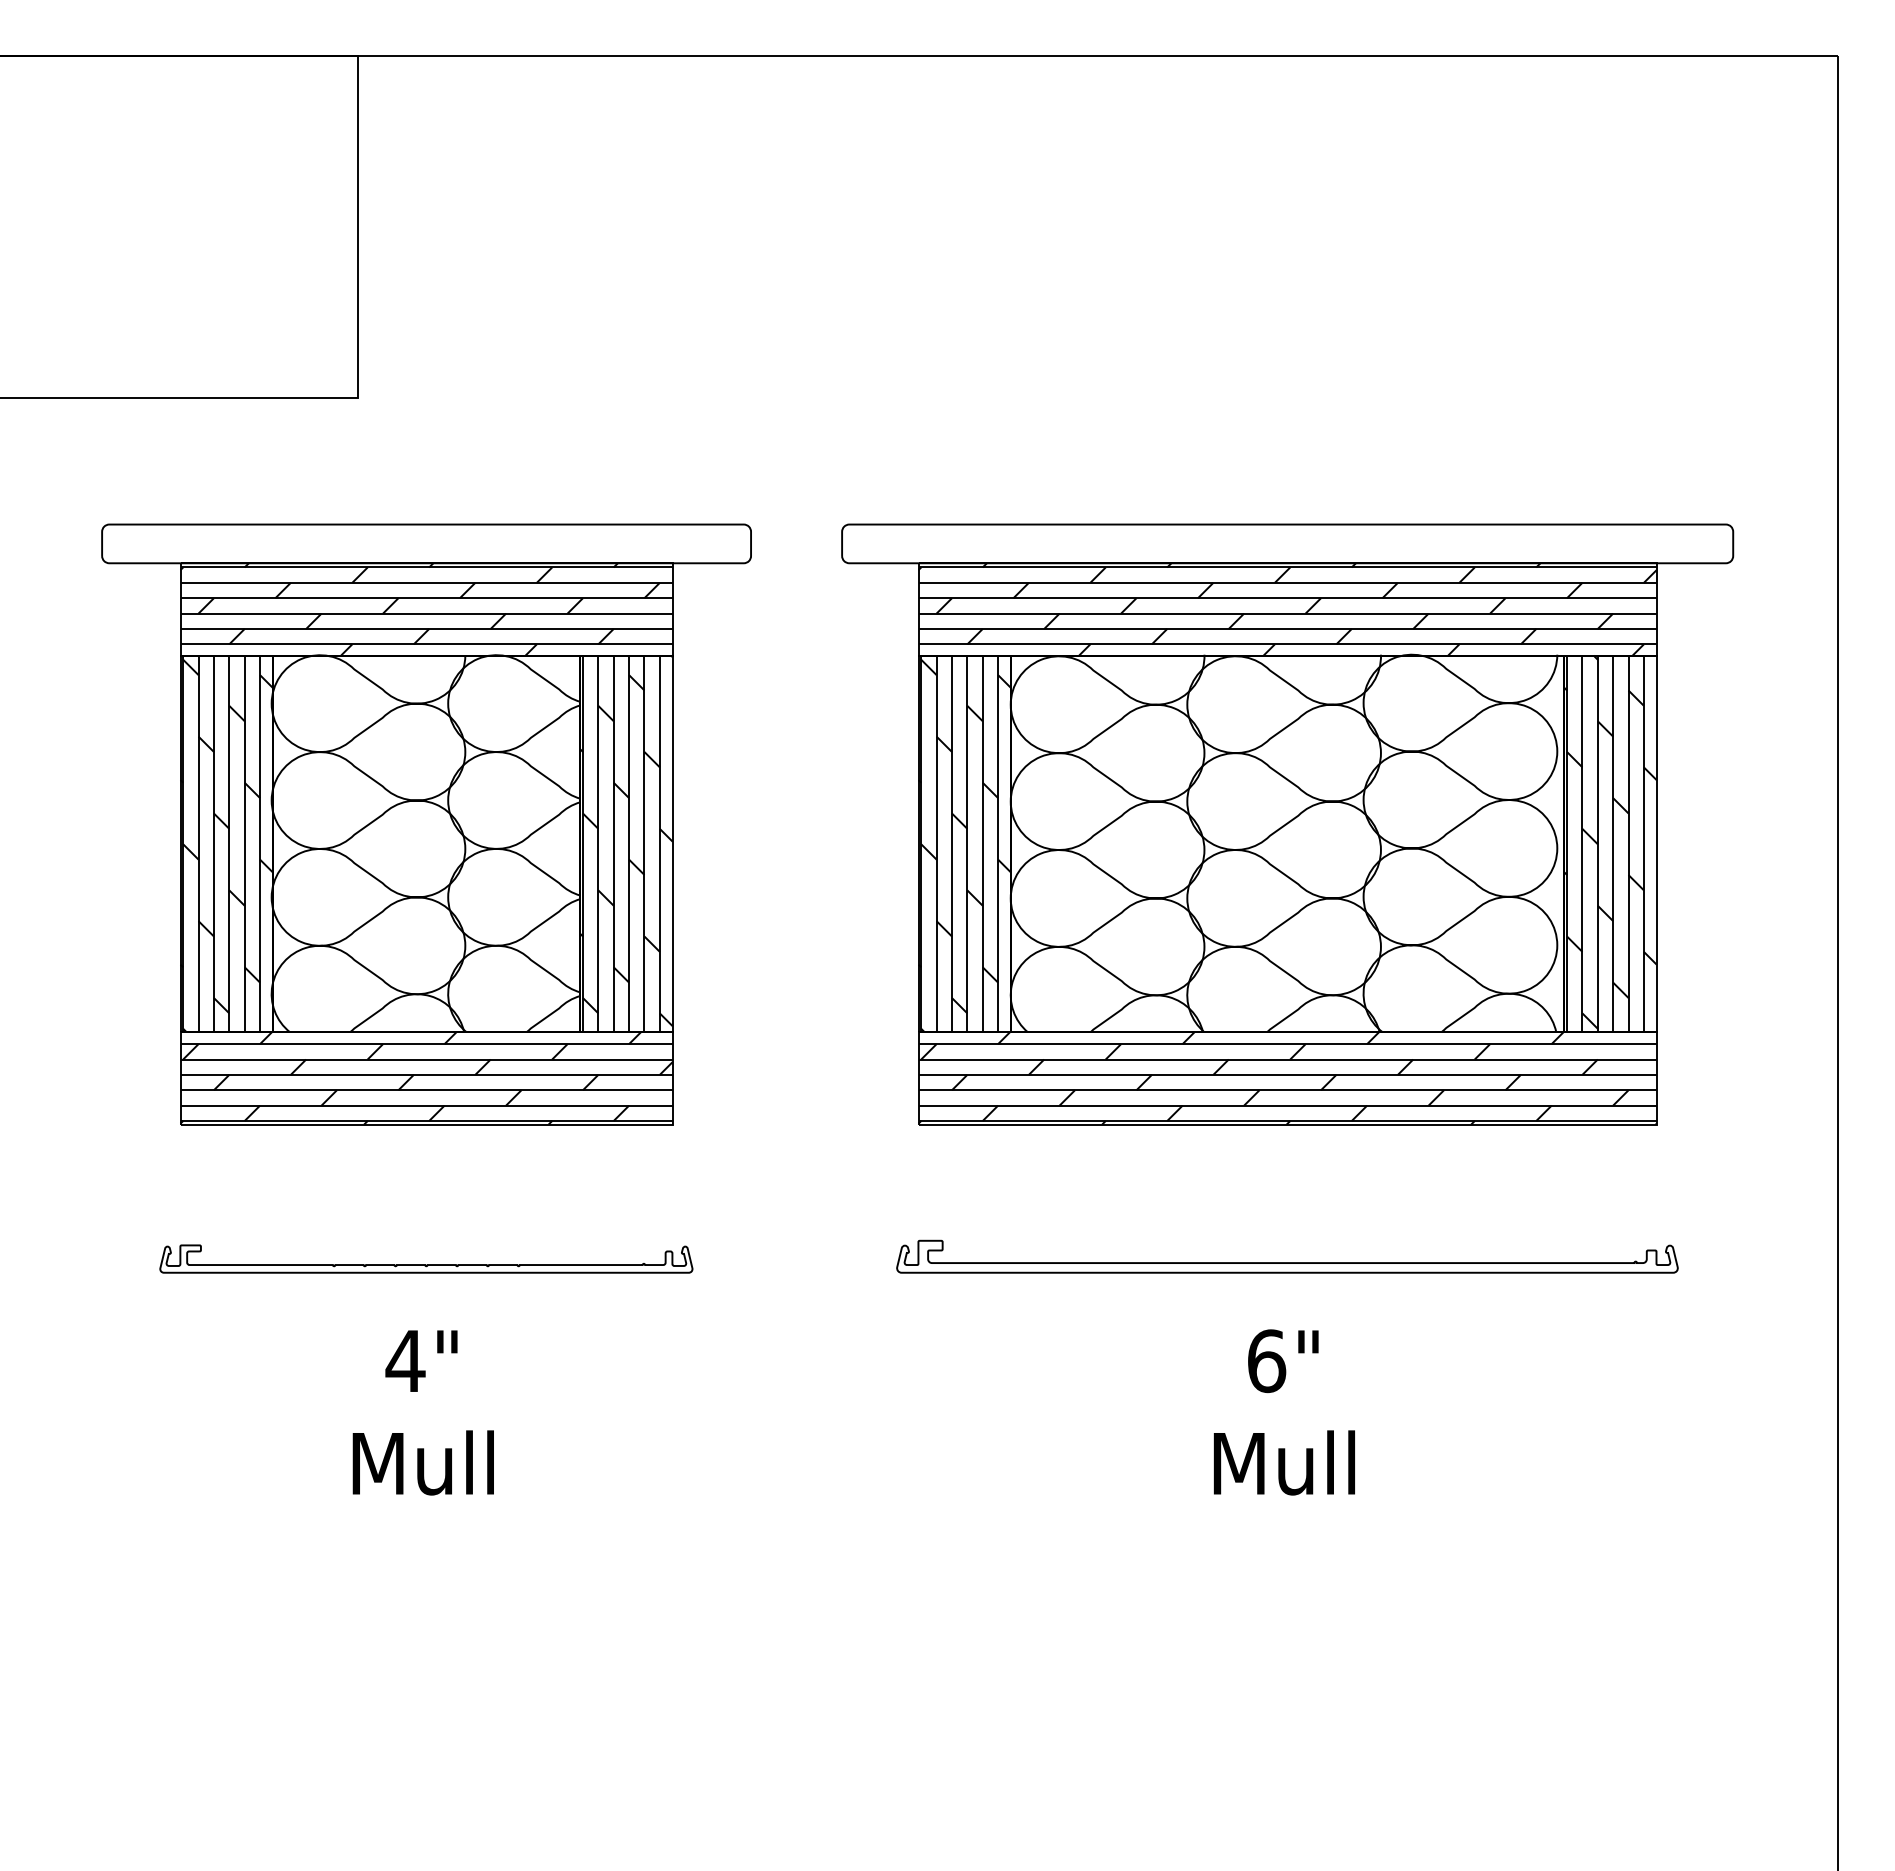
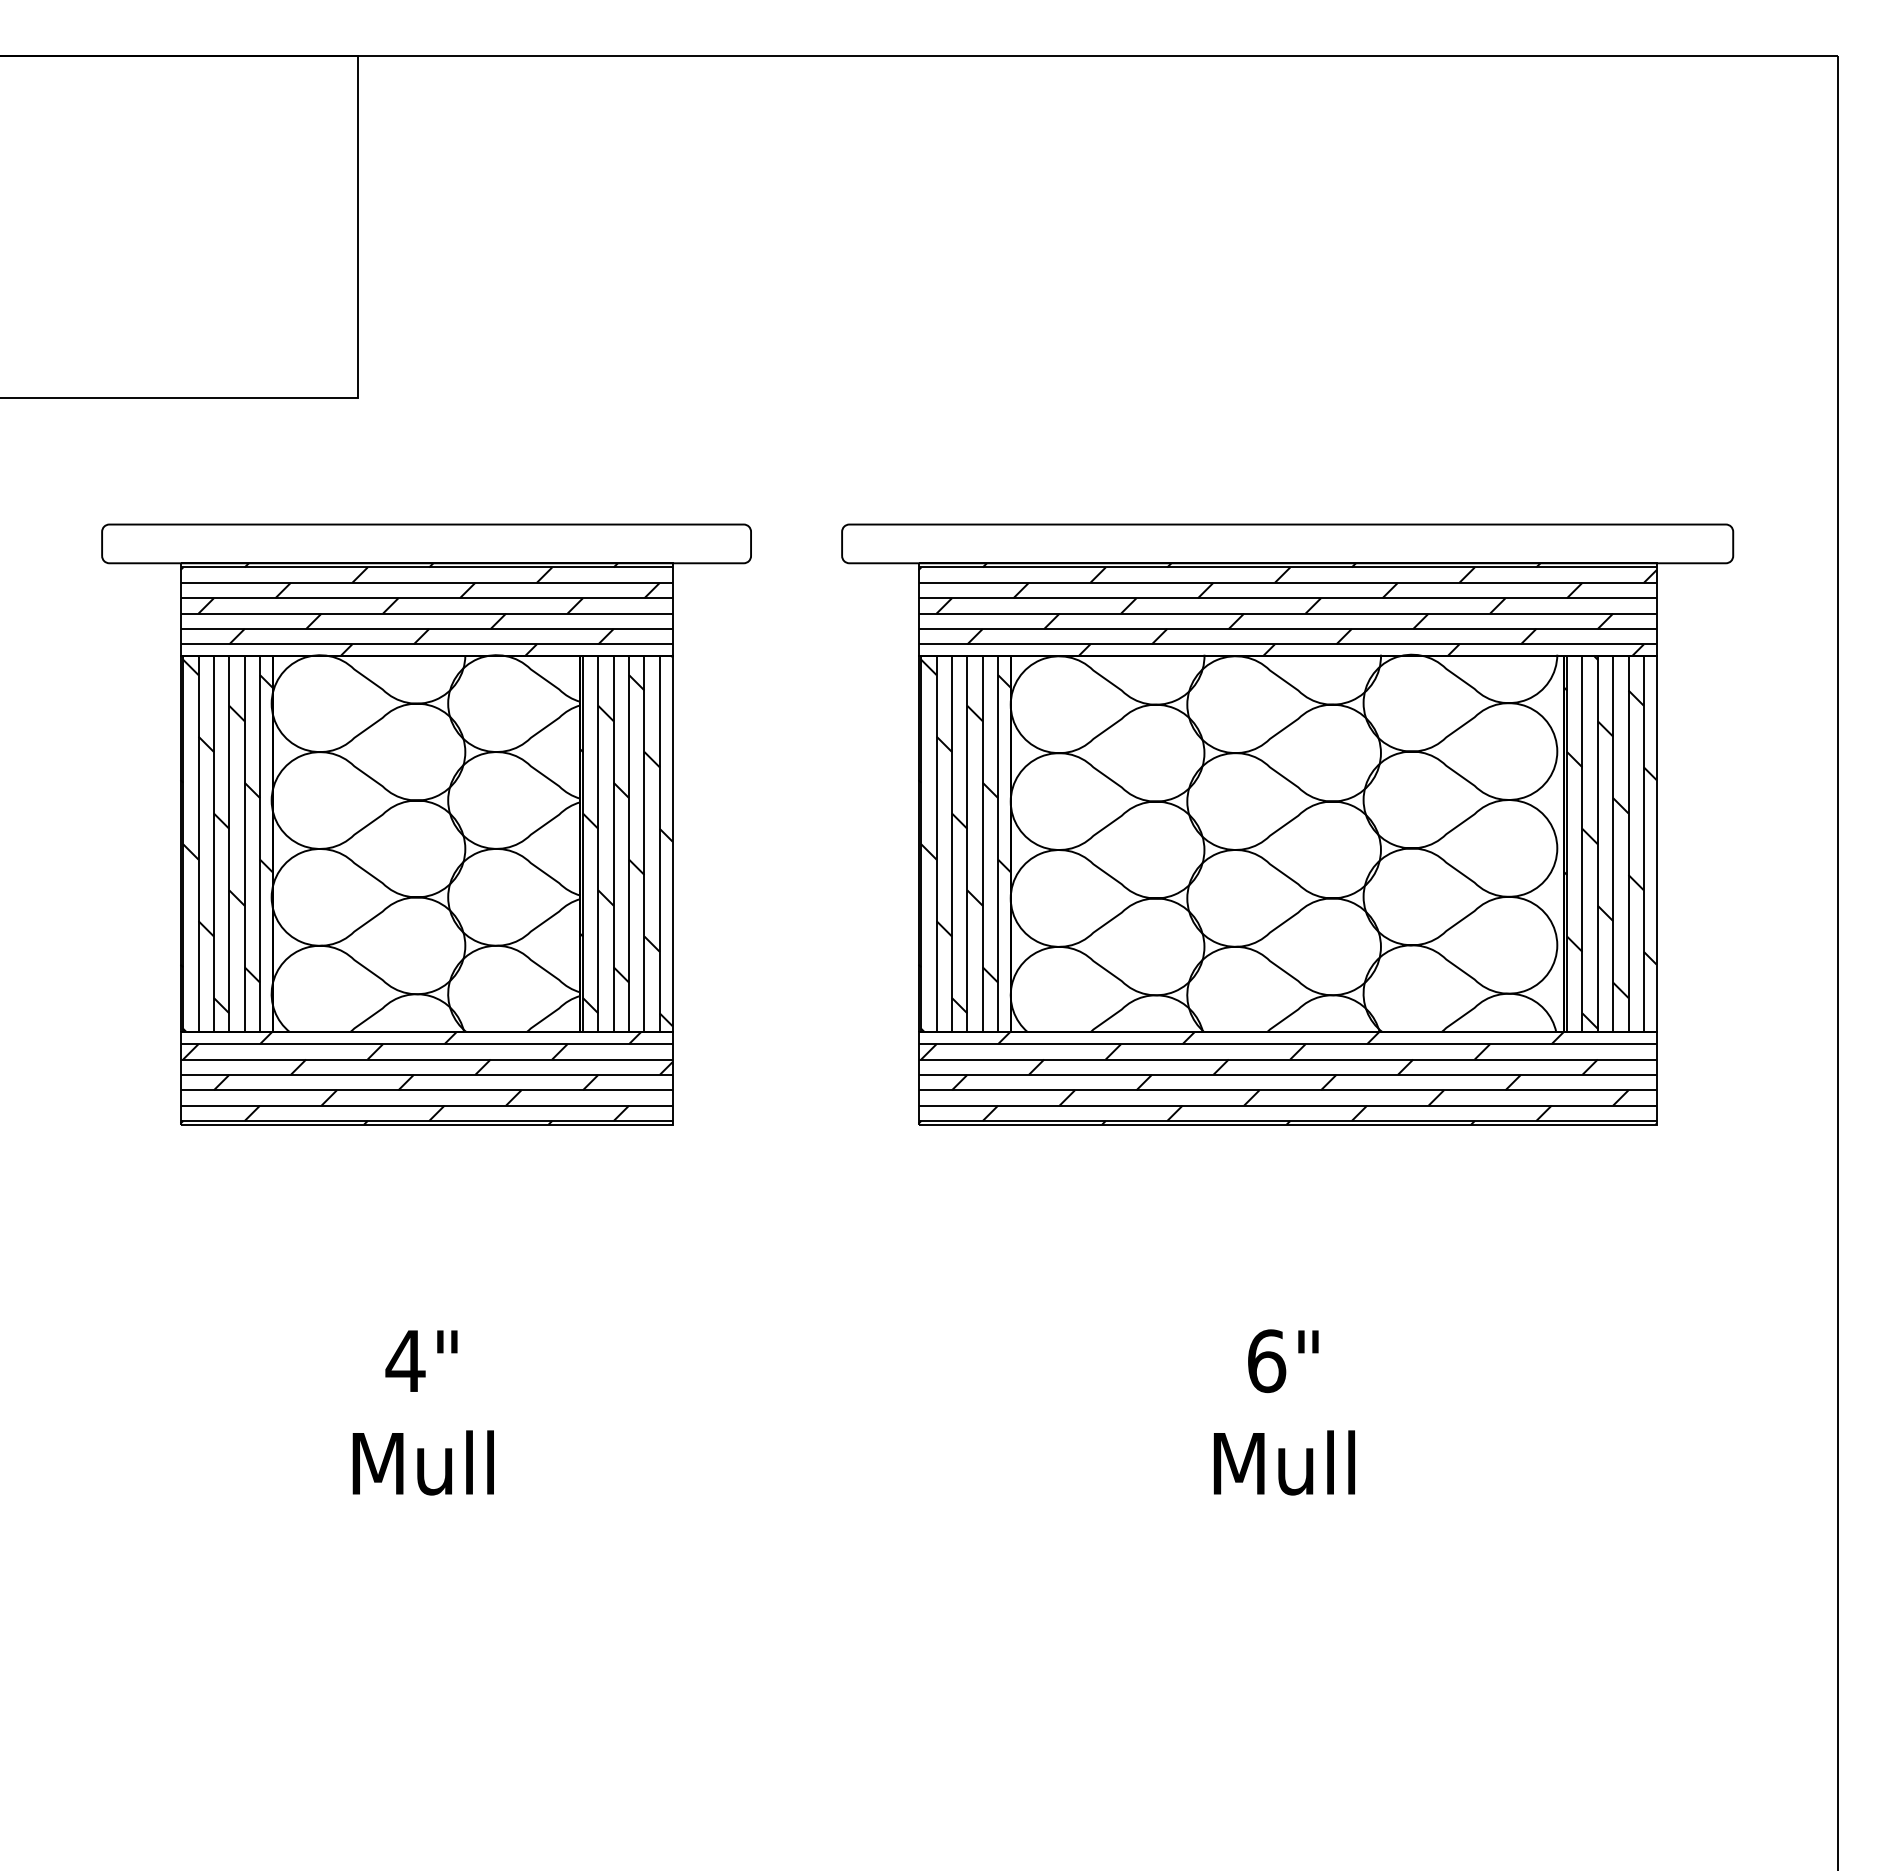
part at (1287, 1256): present -> none
part at (426, 1258): present -> none
